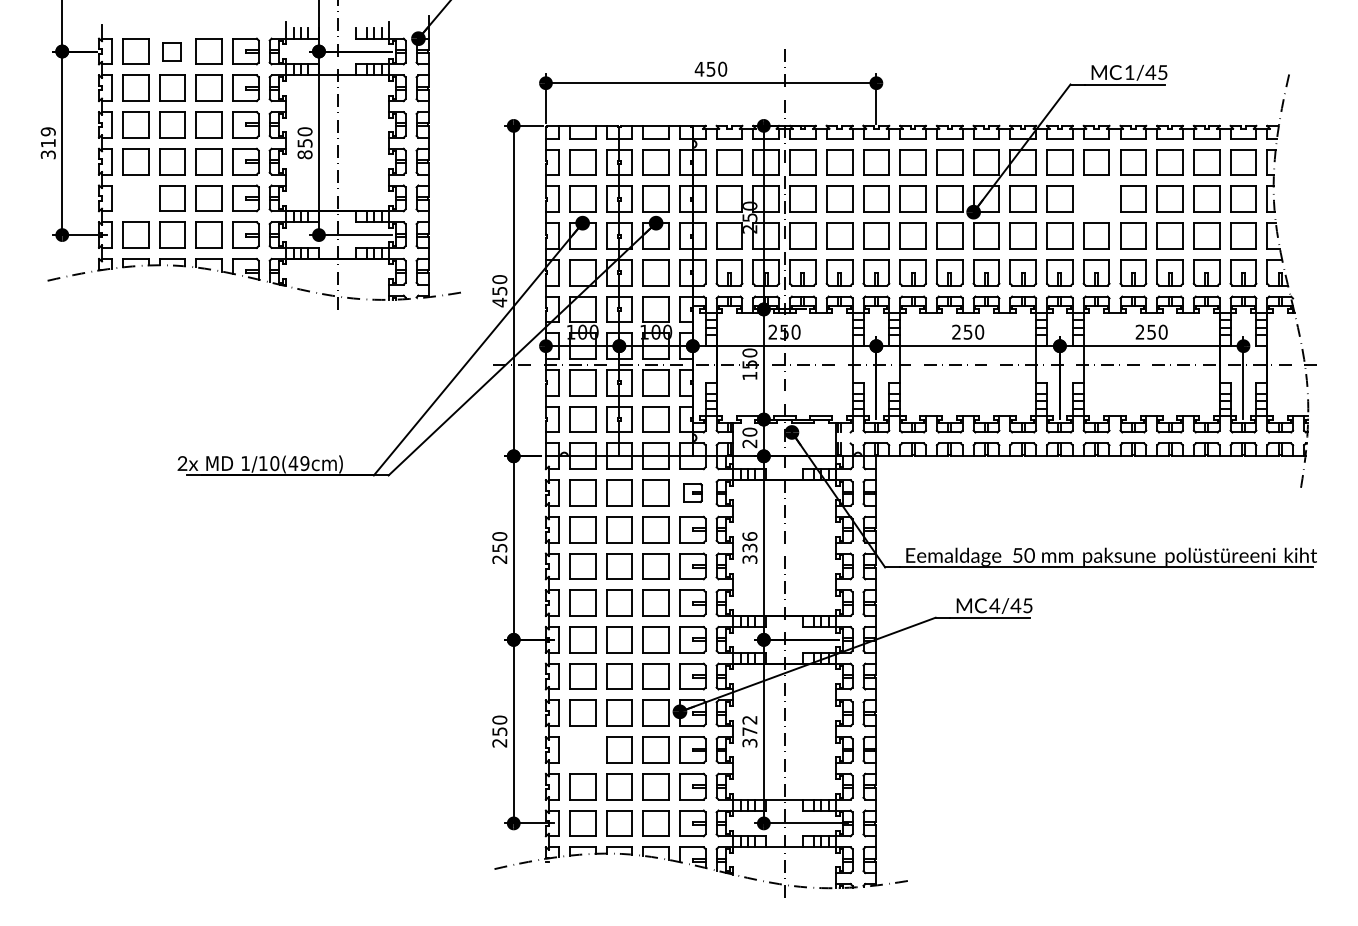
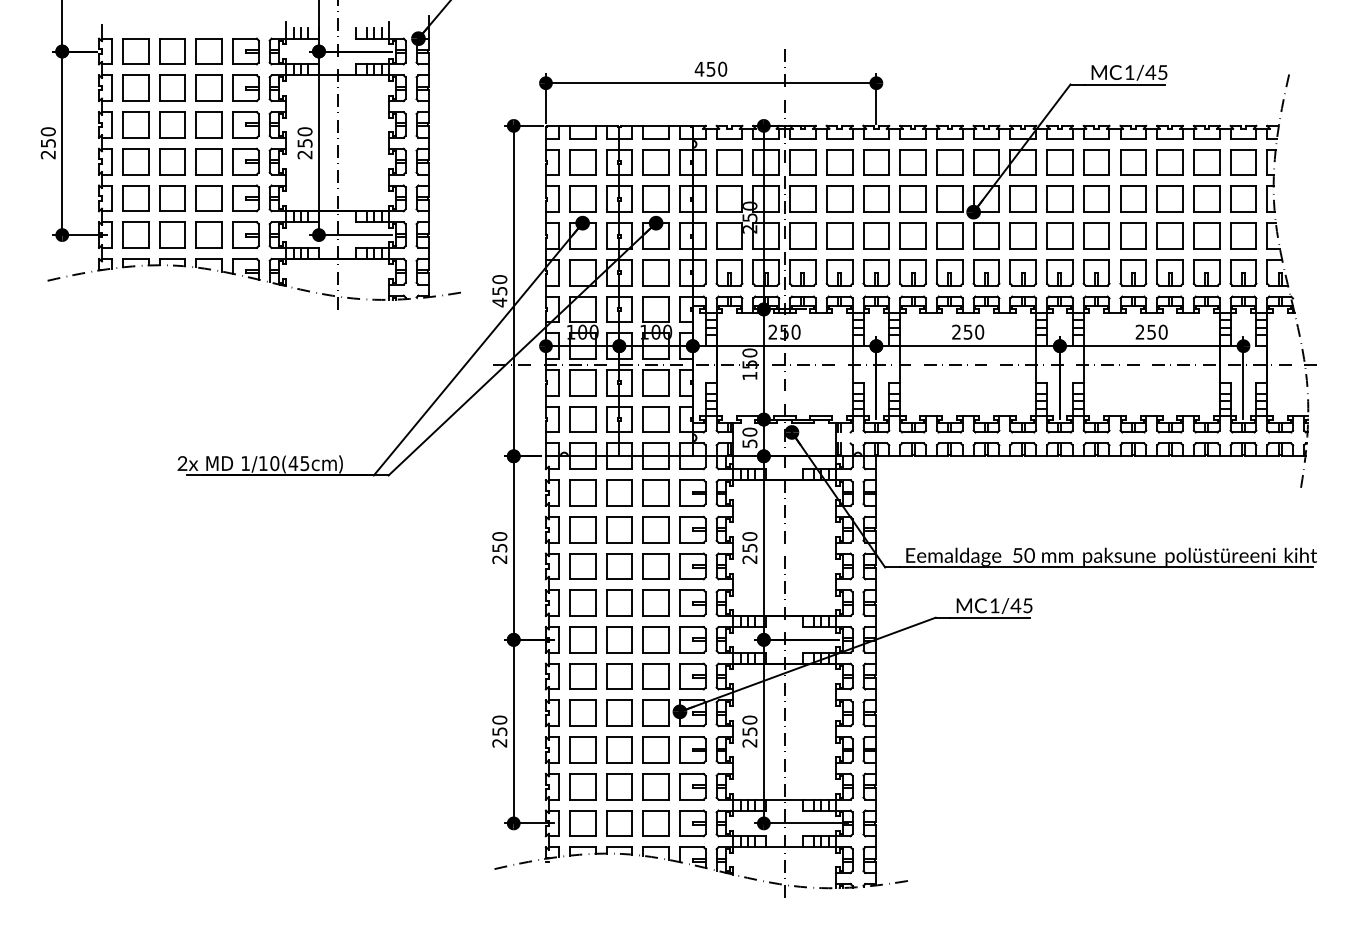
part at (171, 51) size: 20x20 px -> 27x27 px
text at (48, 143): 319 -> 250
text at (304, 154): 850 -> 250
part at (135, 198): none -> present
part at (1096, 198): none -> present
text at (749, 443): 20 -> 50
text at (304, 463): 1/10(49cm -> 1/10(45cm
part at (692, 493) size: 20x21 px -> 28x28 px
text at (749, 547): 336 -> 250
text at (994, 605): 4/45 -> 1/45
text at (749, 731): 372 -> 250
part at (582, 749): none -> present
